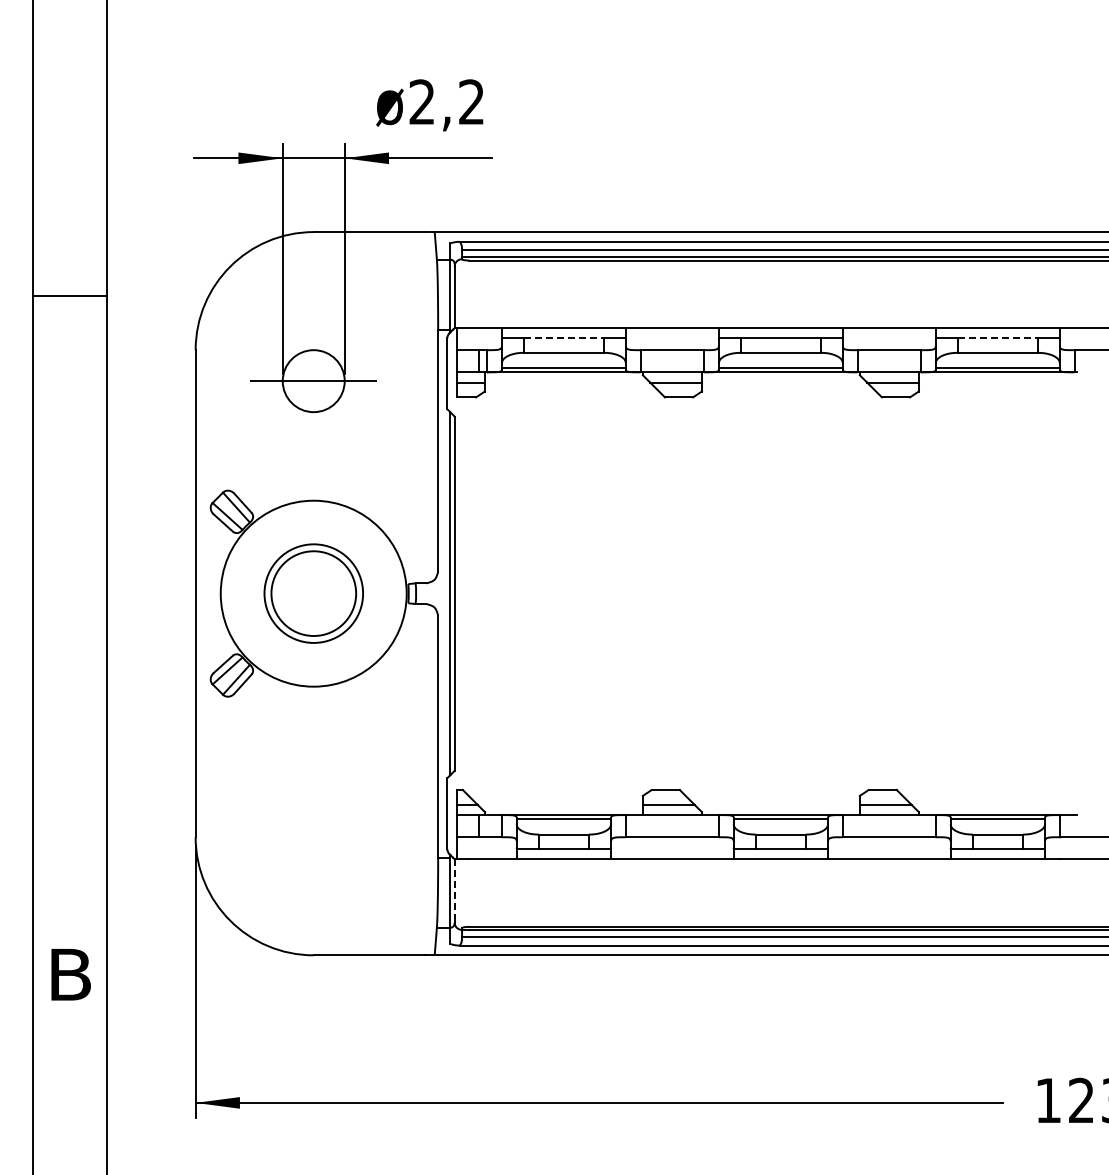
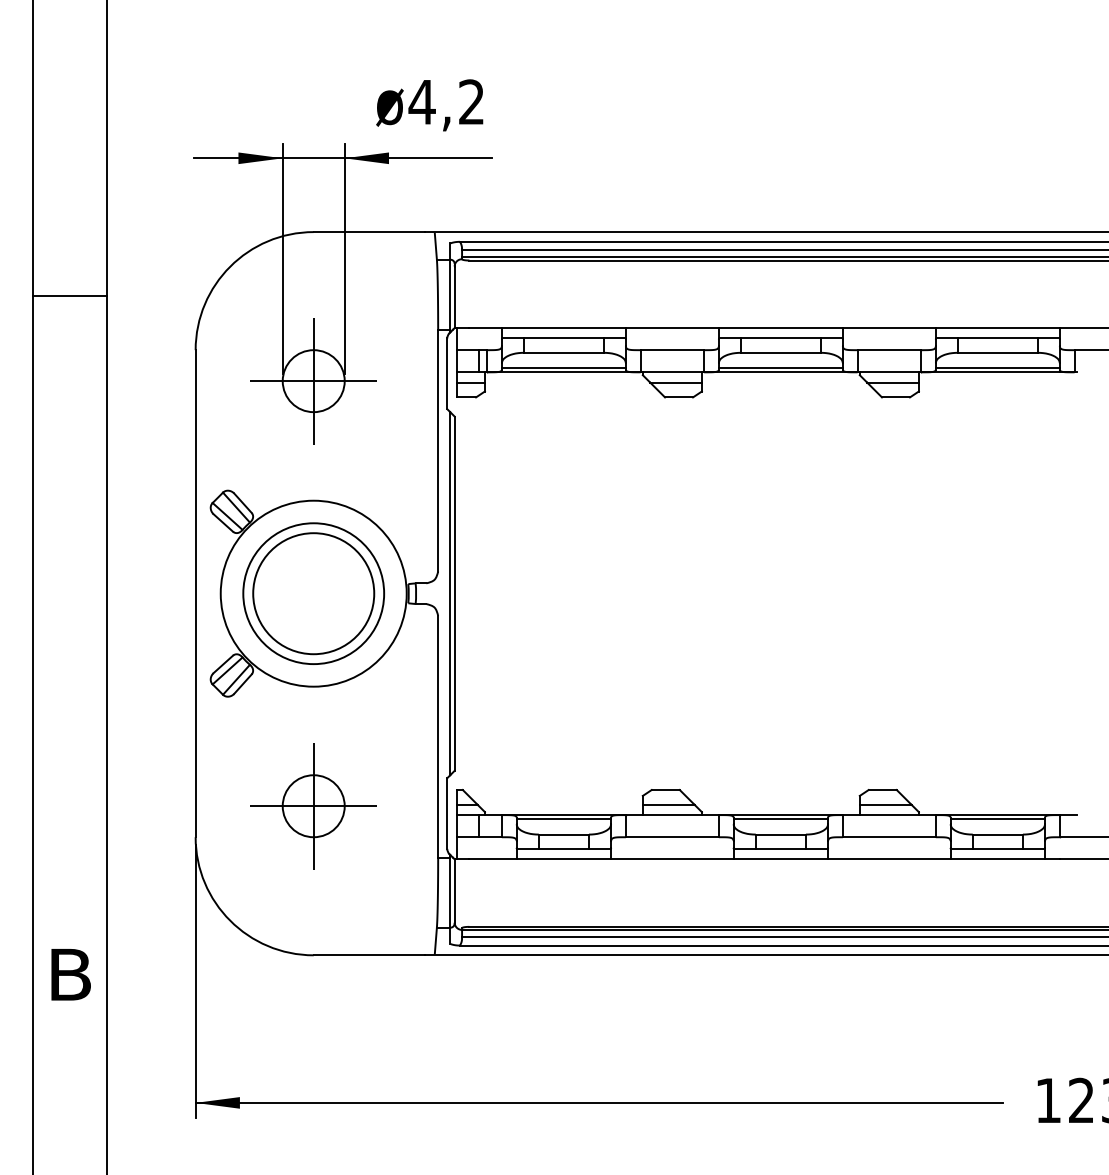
text at (421, 101): 2,2 -> 4,2
line at (563, 338): dashed -> solid
line at (997, 338): dashed -> solid
line at (313, 380): none -> present
part at (313, 593) size: 101x101 px -> 144x143 px
part at (313, 806): none -> present
line at (454, 890): dashed -> solid
